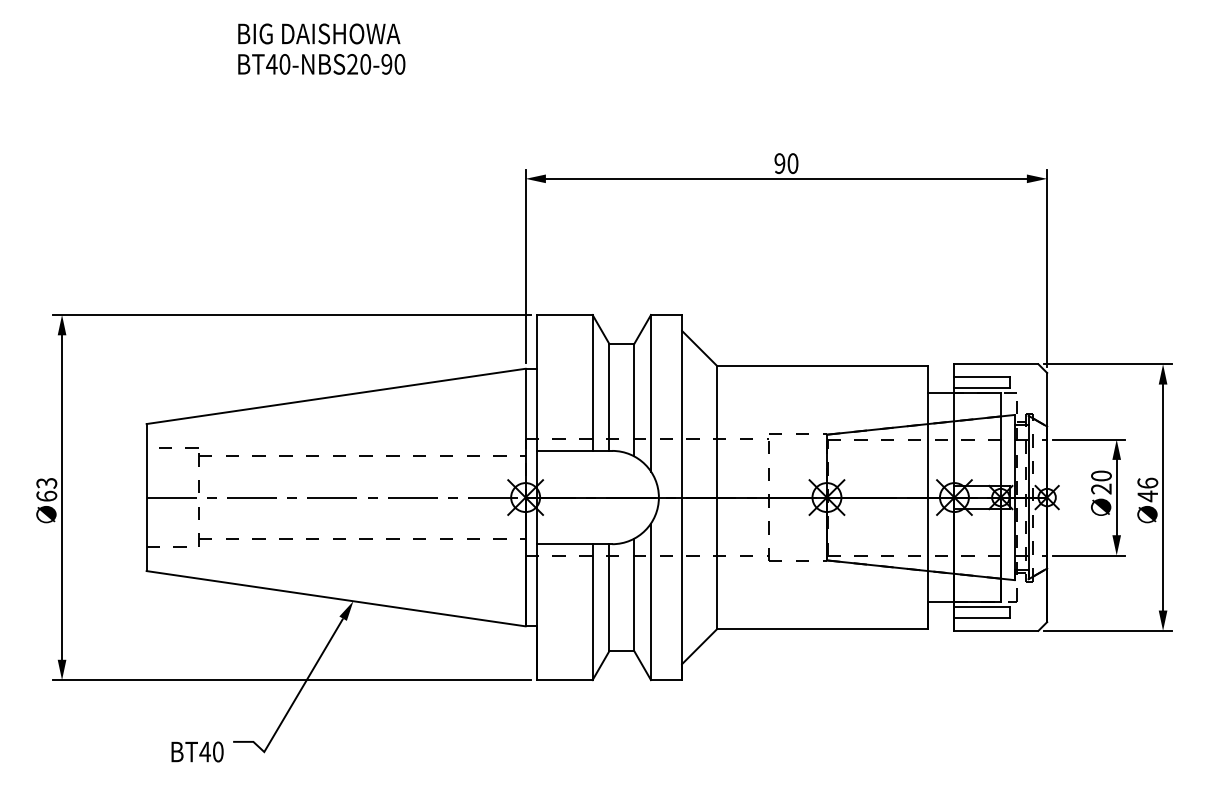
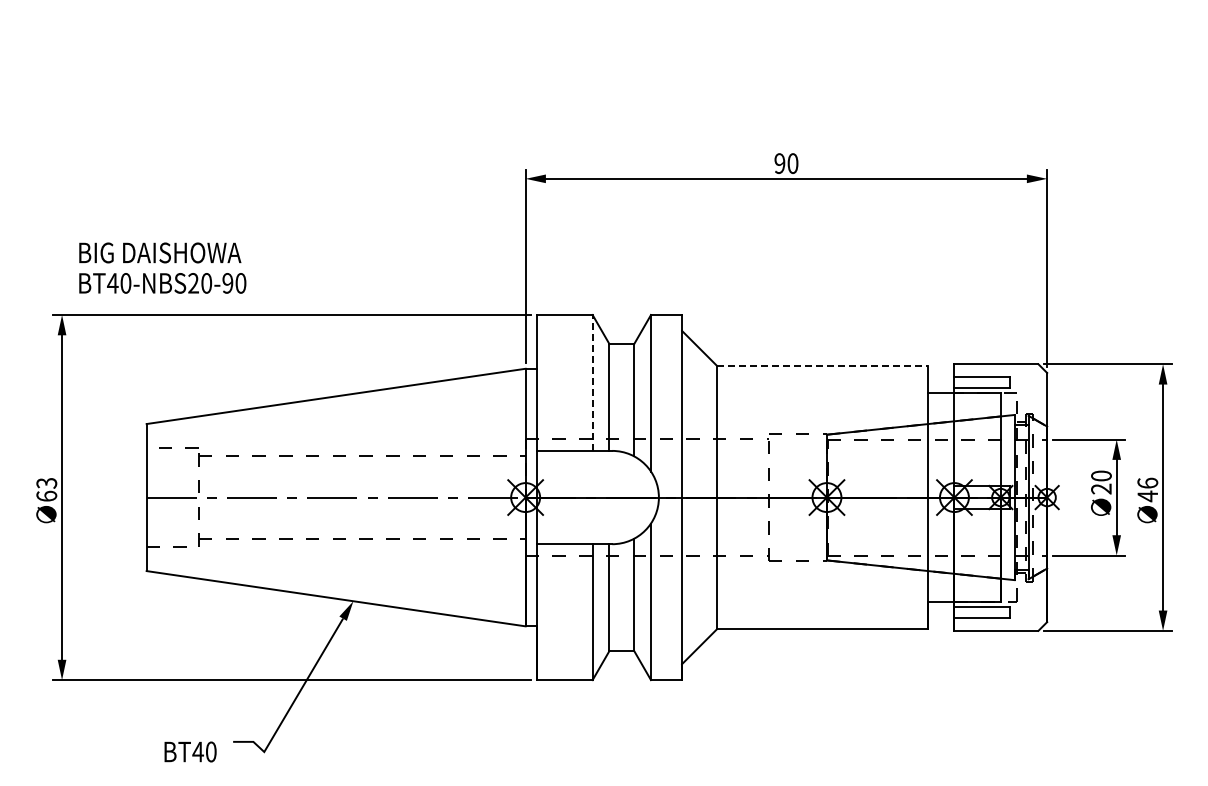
text at (321, 48) position: (321, 48) -> (162, 267)
line at (822, 365): solid -> dashed
line at (592, 382): solid -> dashed
text at (197, 751) position: (197, 751) -> (190, 751)
